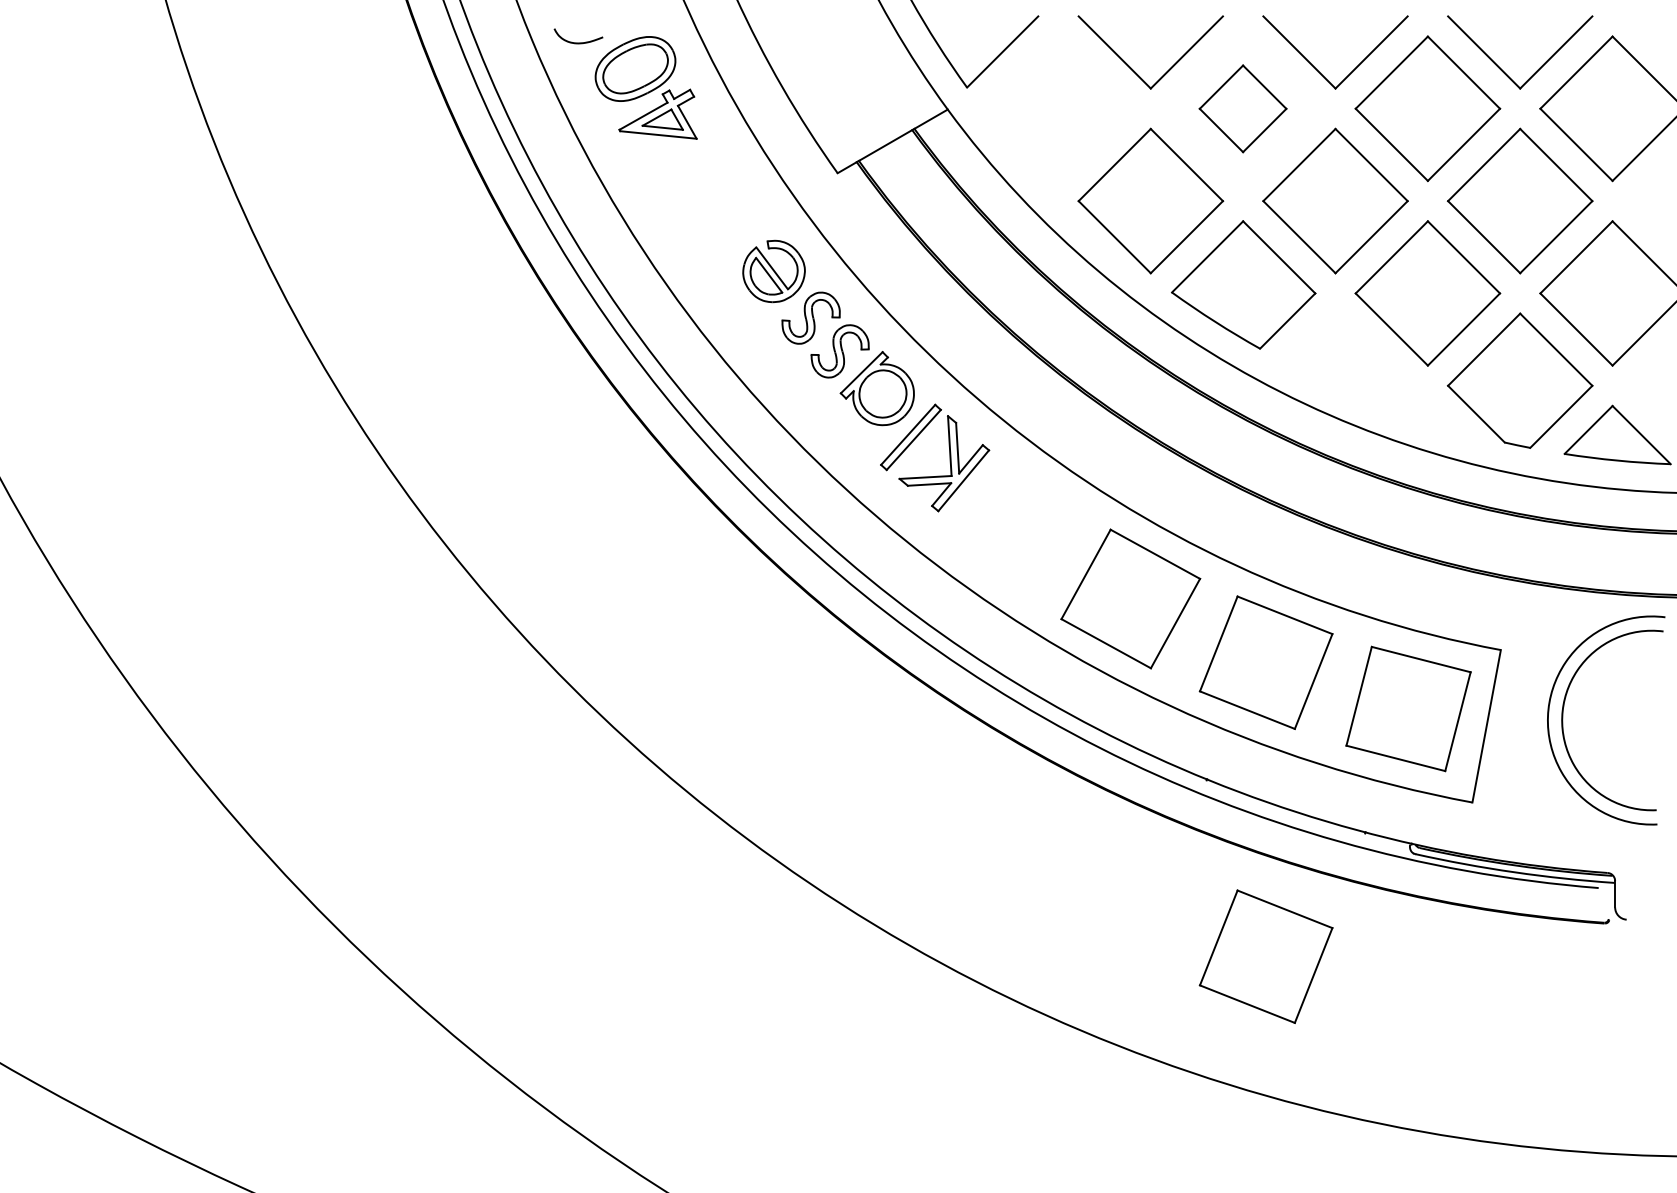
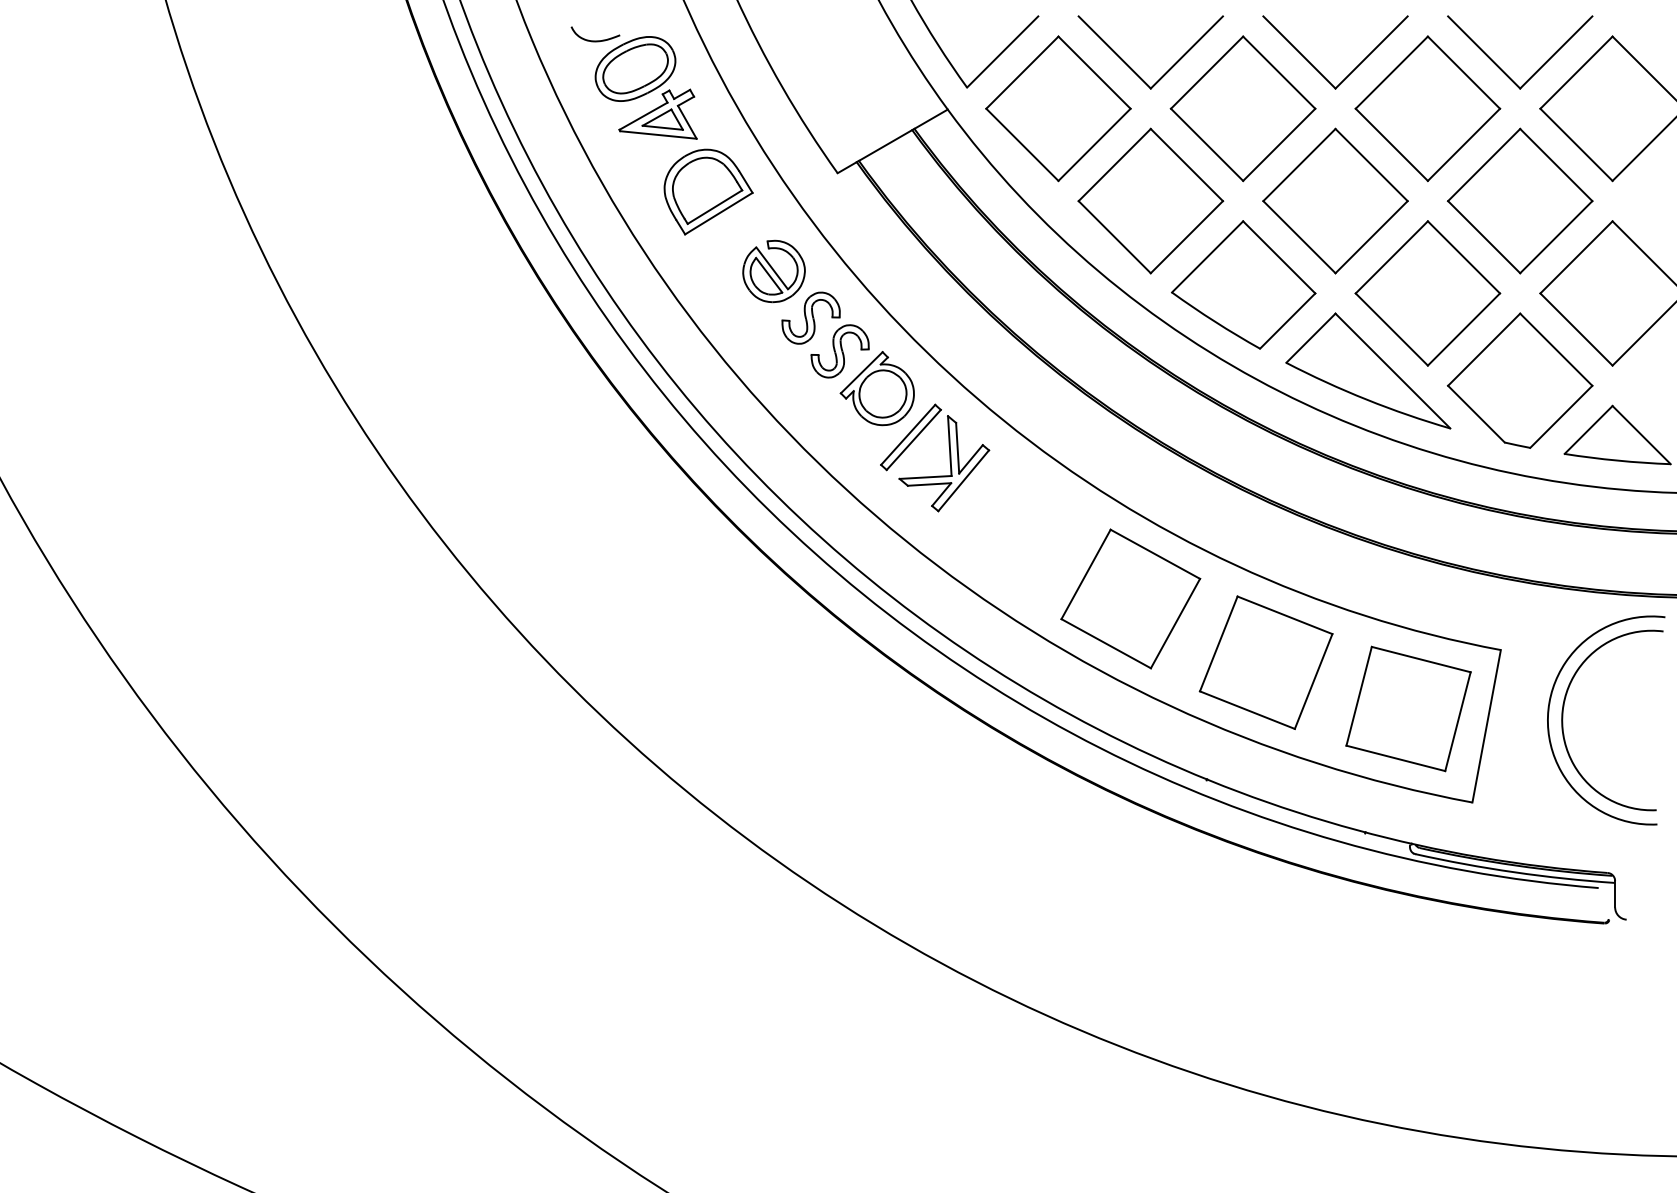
curve at (578, 42) position: (578, 42) -> (595, 40)
part at (1058, 108): none -> present
part at (1242, 108) size: 90x90 px -> 148x148 px
part at (708, 191): none -> present
part at (1368, 370): none -> present
part at (1265, 956): present -> none
